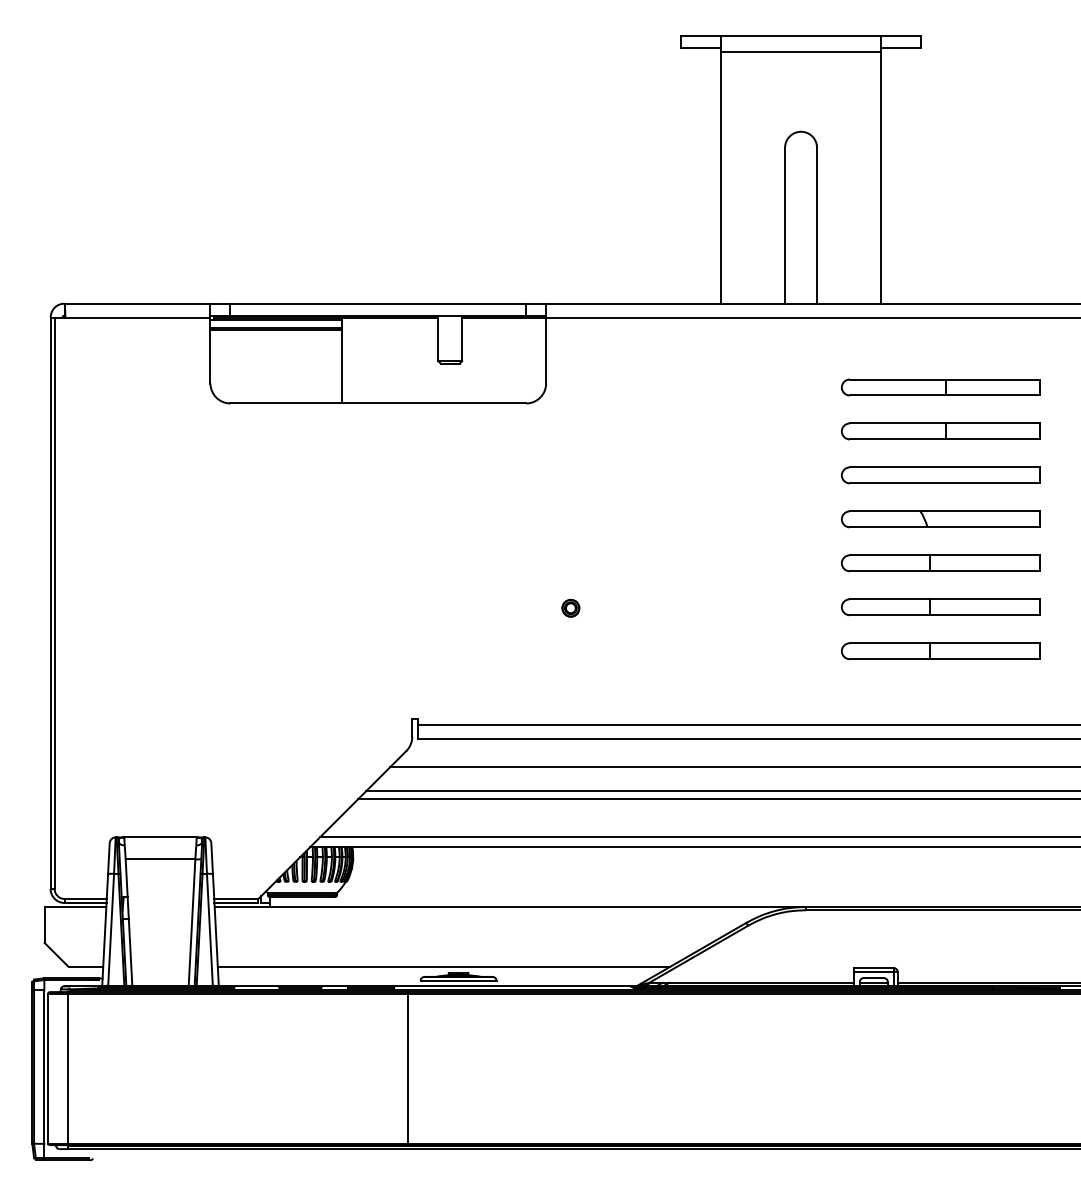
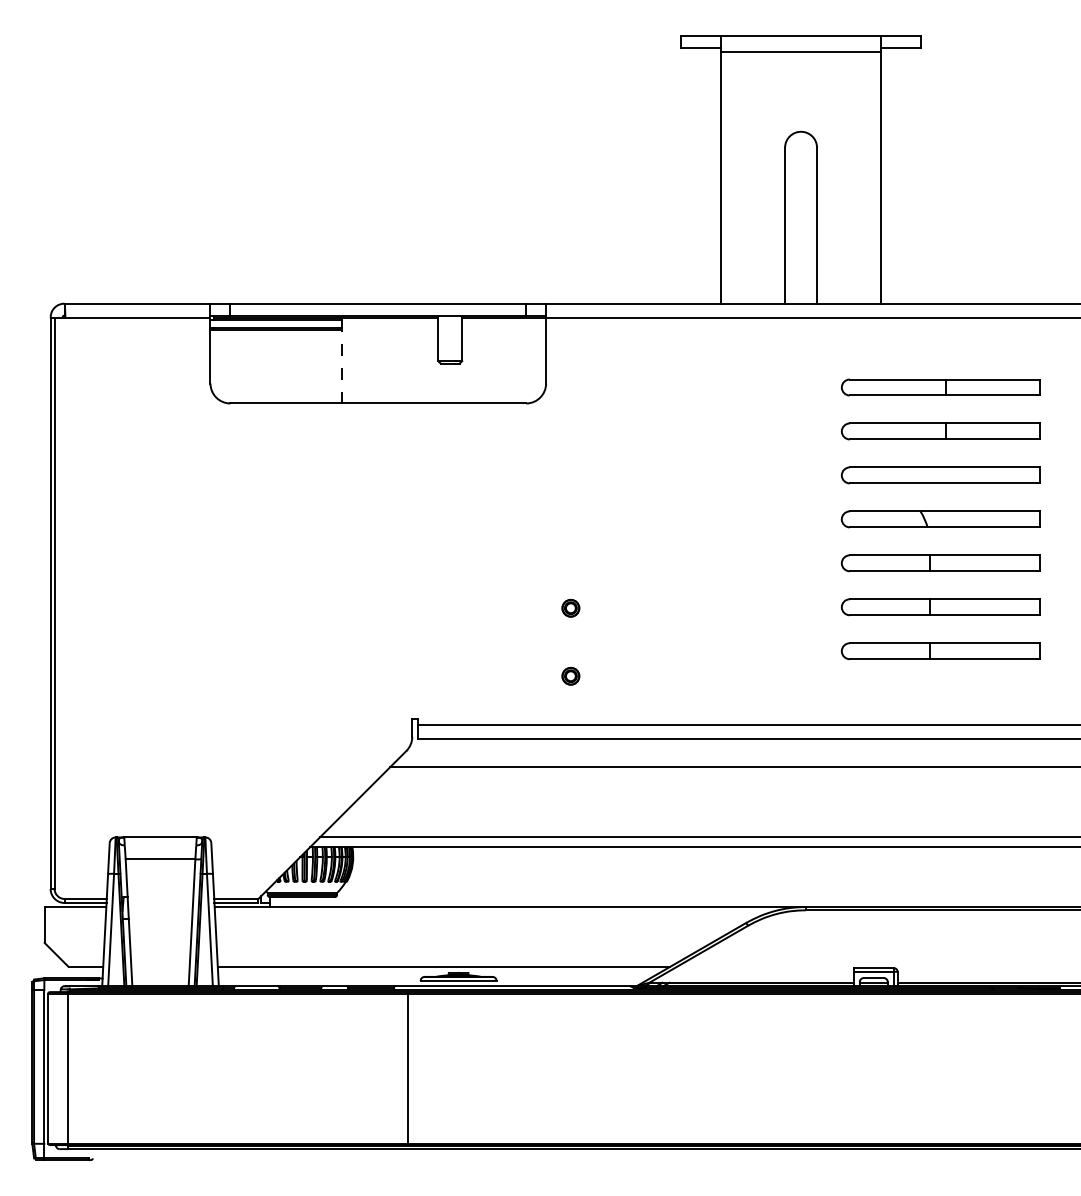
line at (342, 366): solid -> dashed
part at (570, 675): none -> present
line at (721, 791): present -> none
line at (717, 799): present -> none
